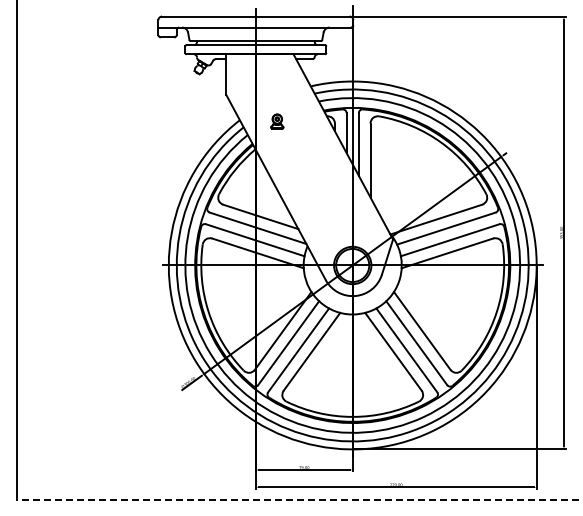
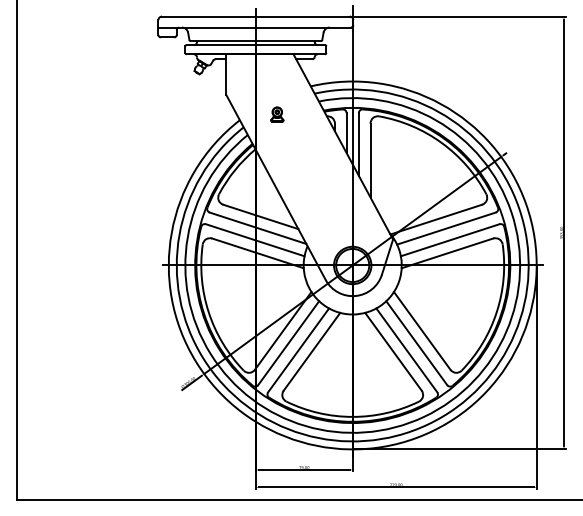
part at (277, 121) position: (277, 121) -> (277, 114)
line at (299, 500): dashed -> solid
